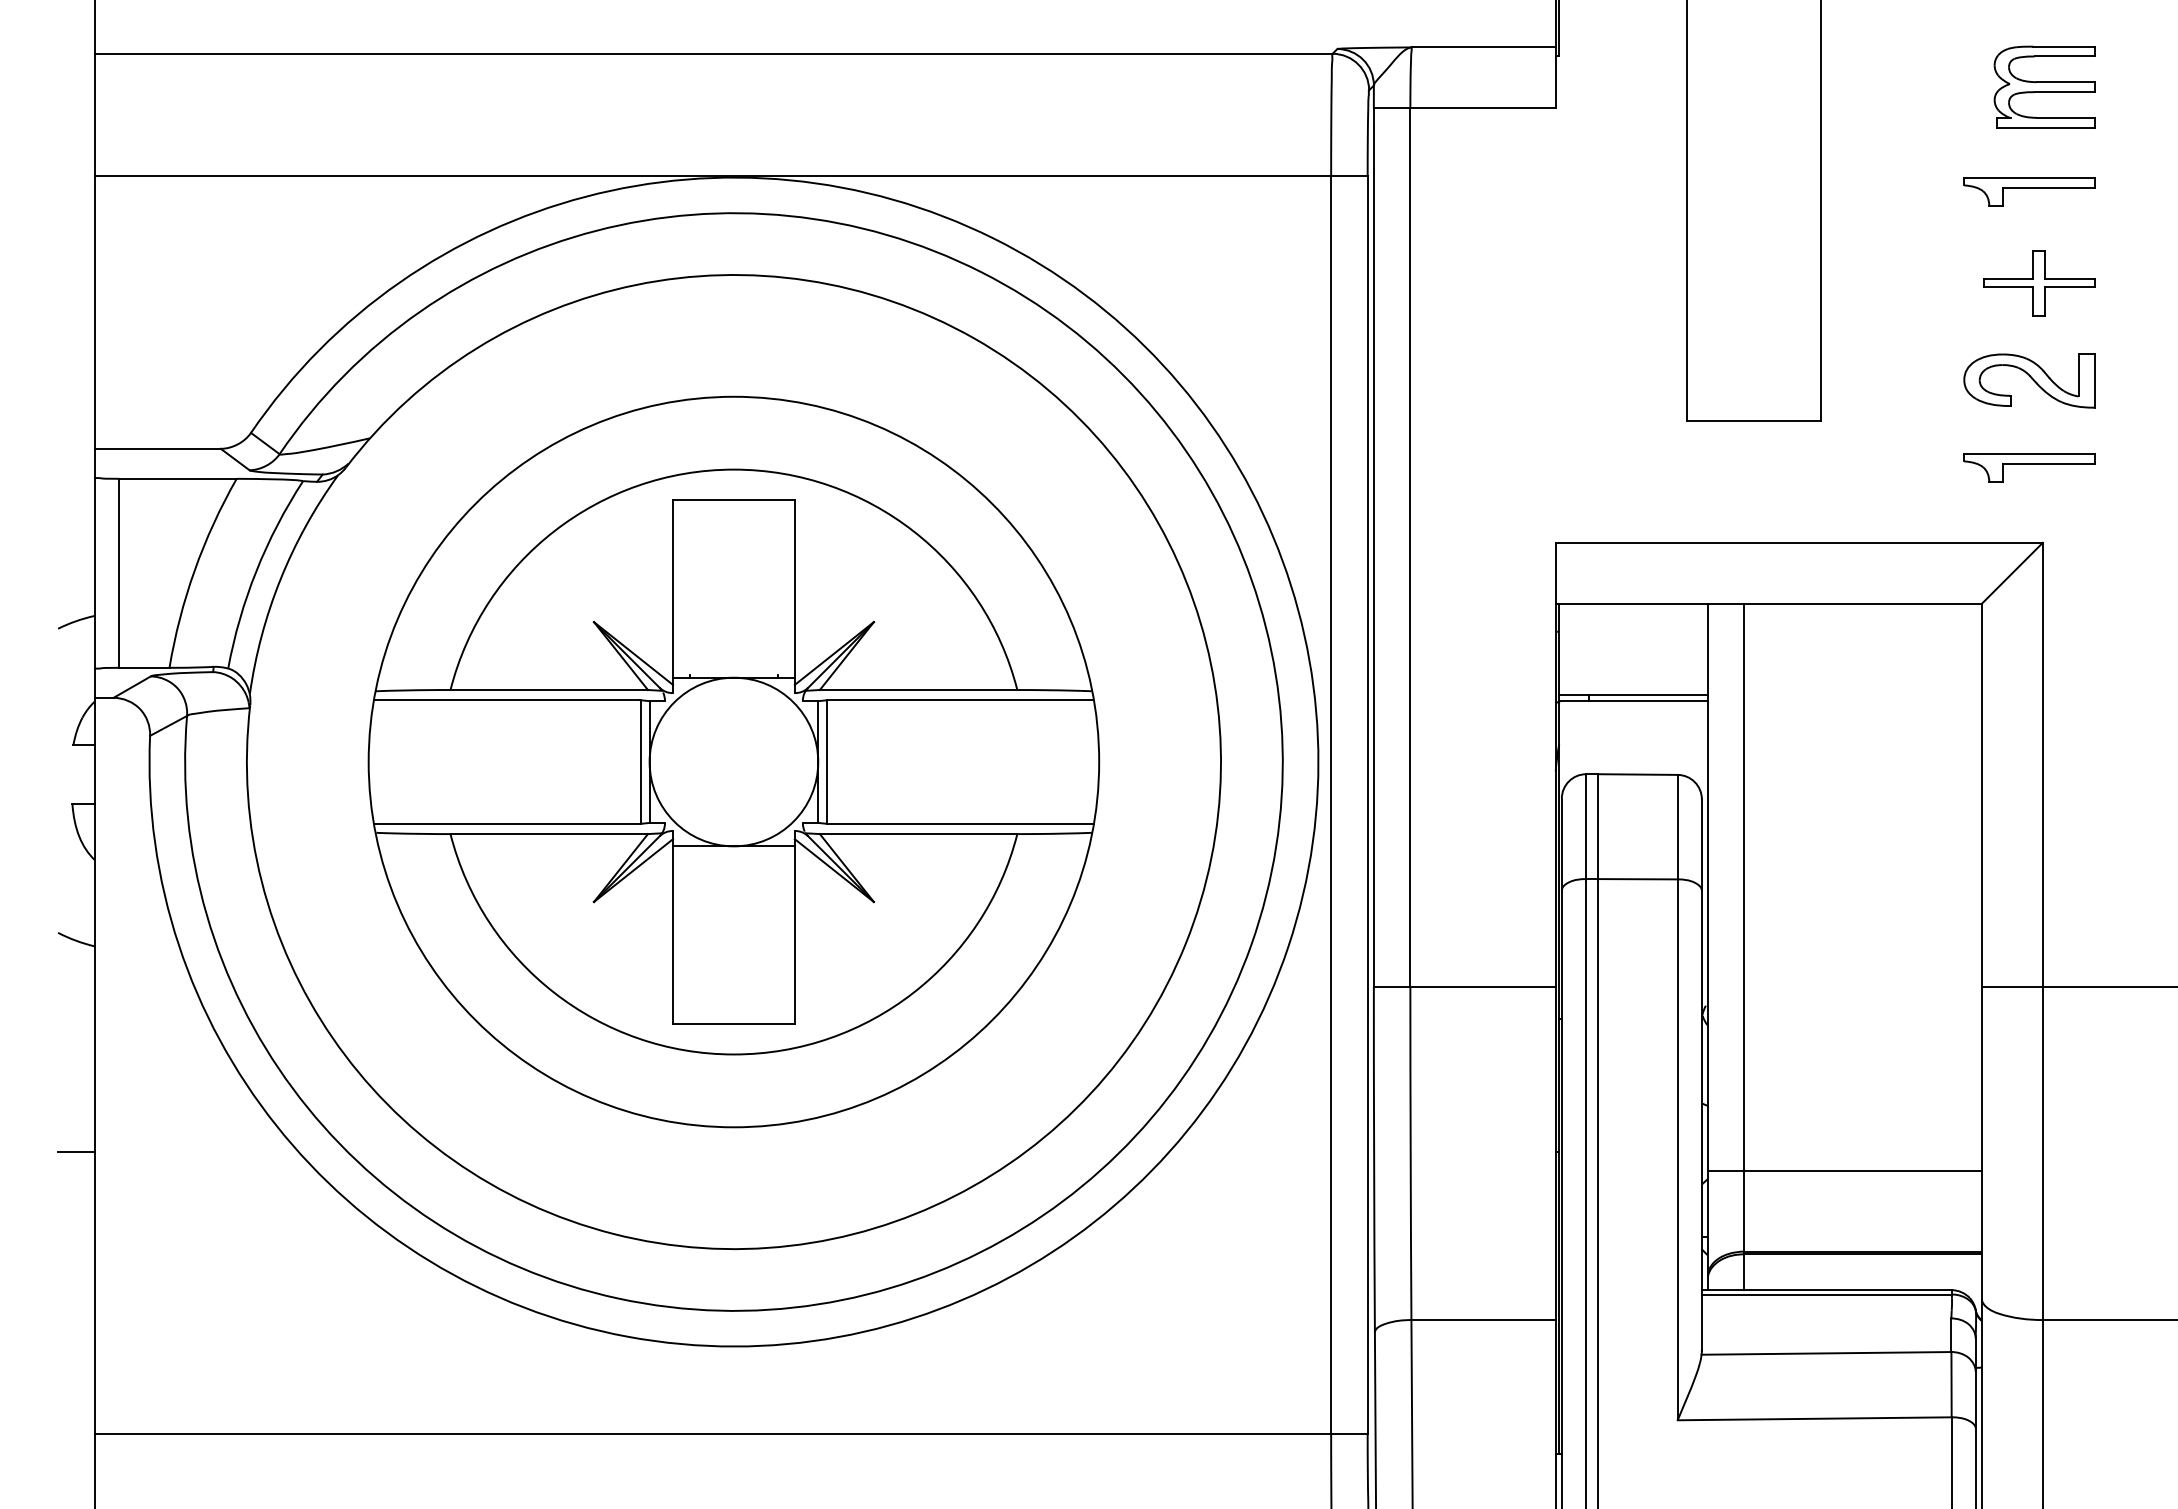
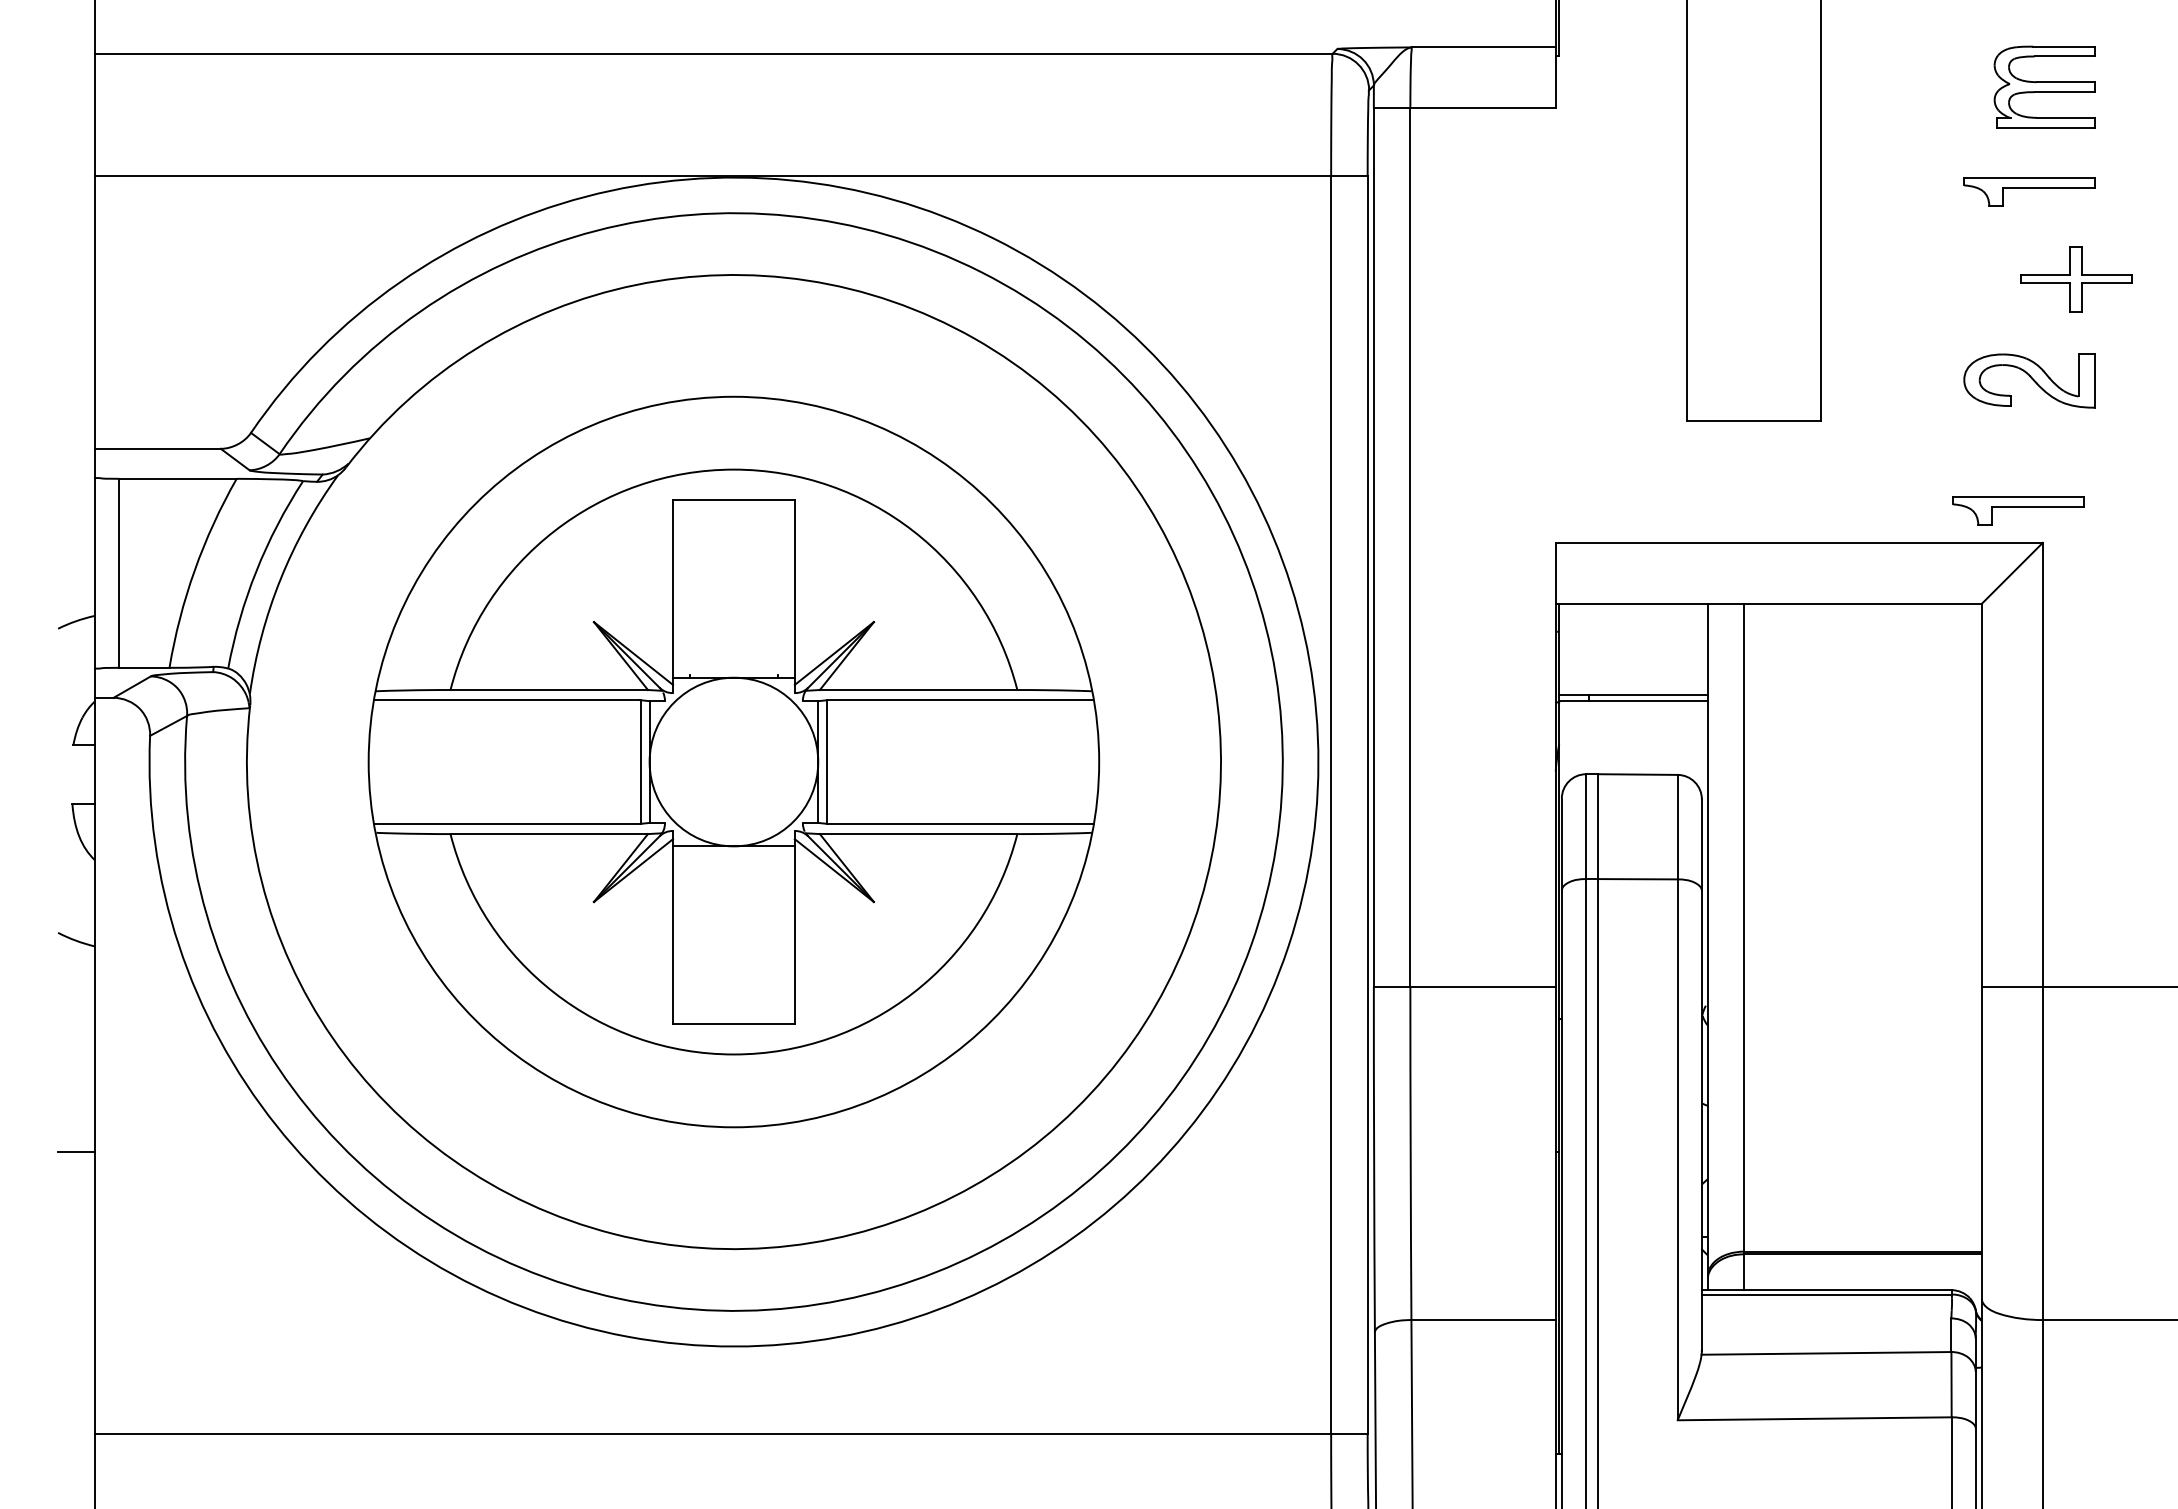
part at (2039, 283) position: (2039, 283) -> (2076, 279)
part at (2029, 467) position: (2029, 467) -> (2018, 510)
line at (1844, 1171): present -> none
